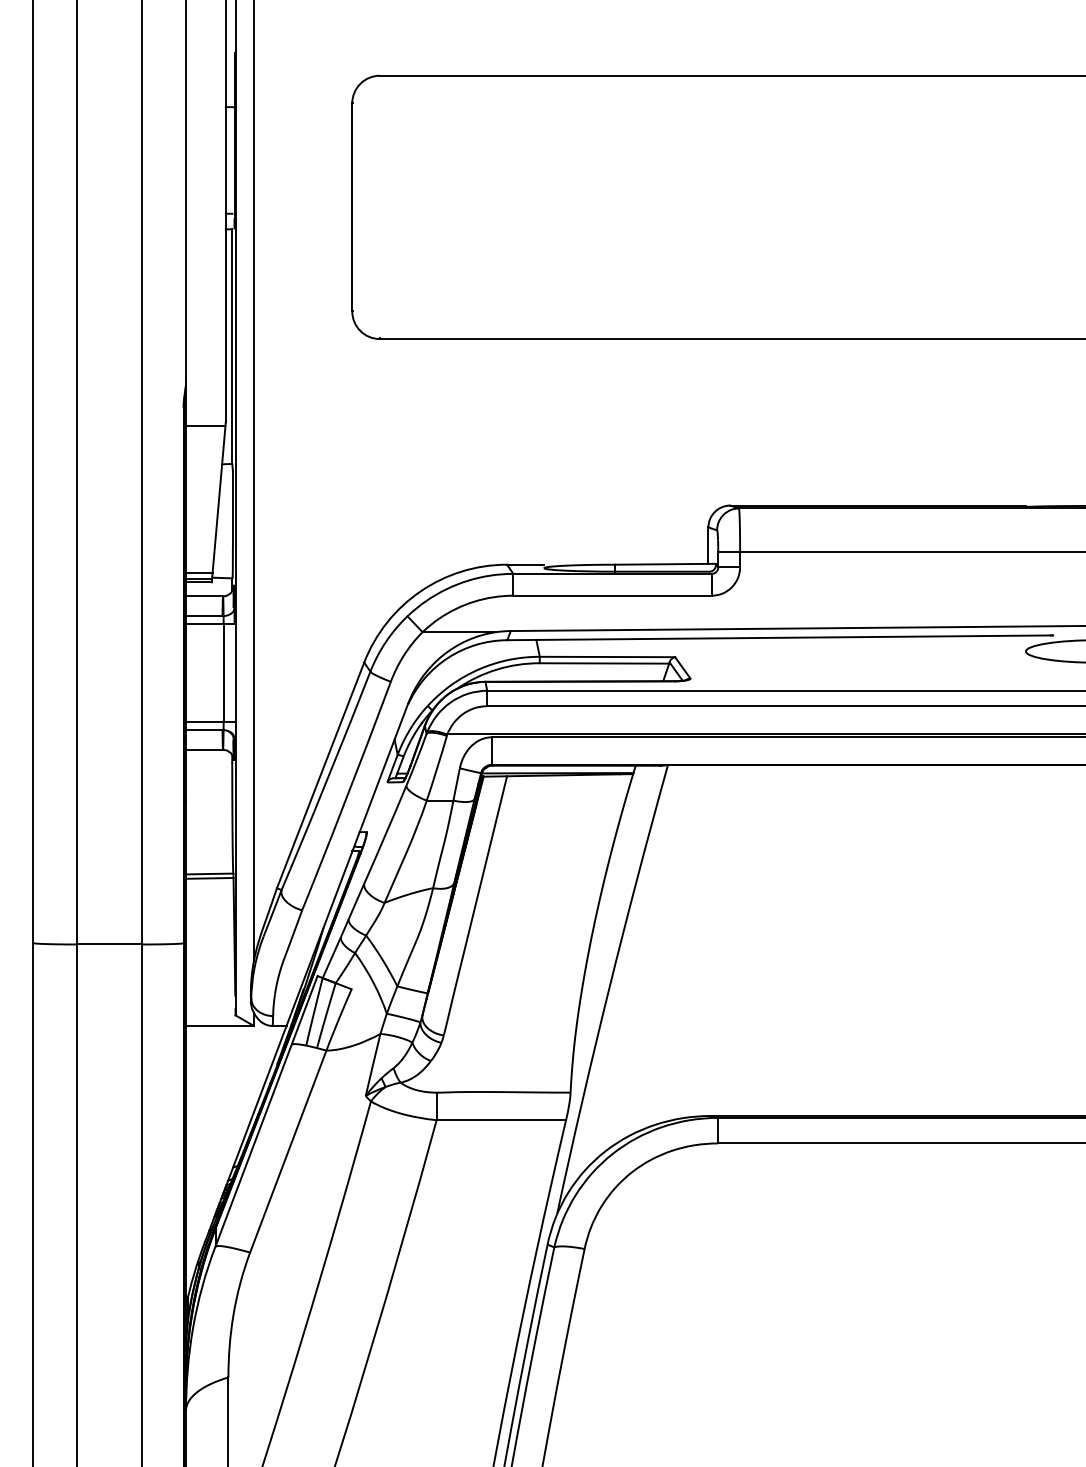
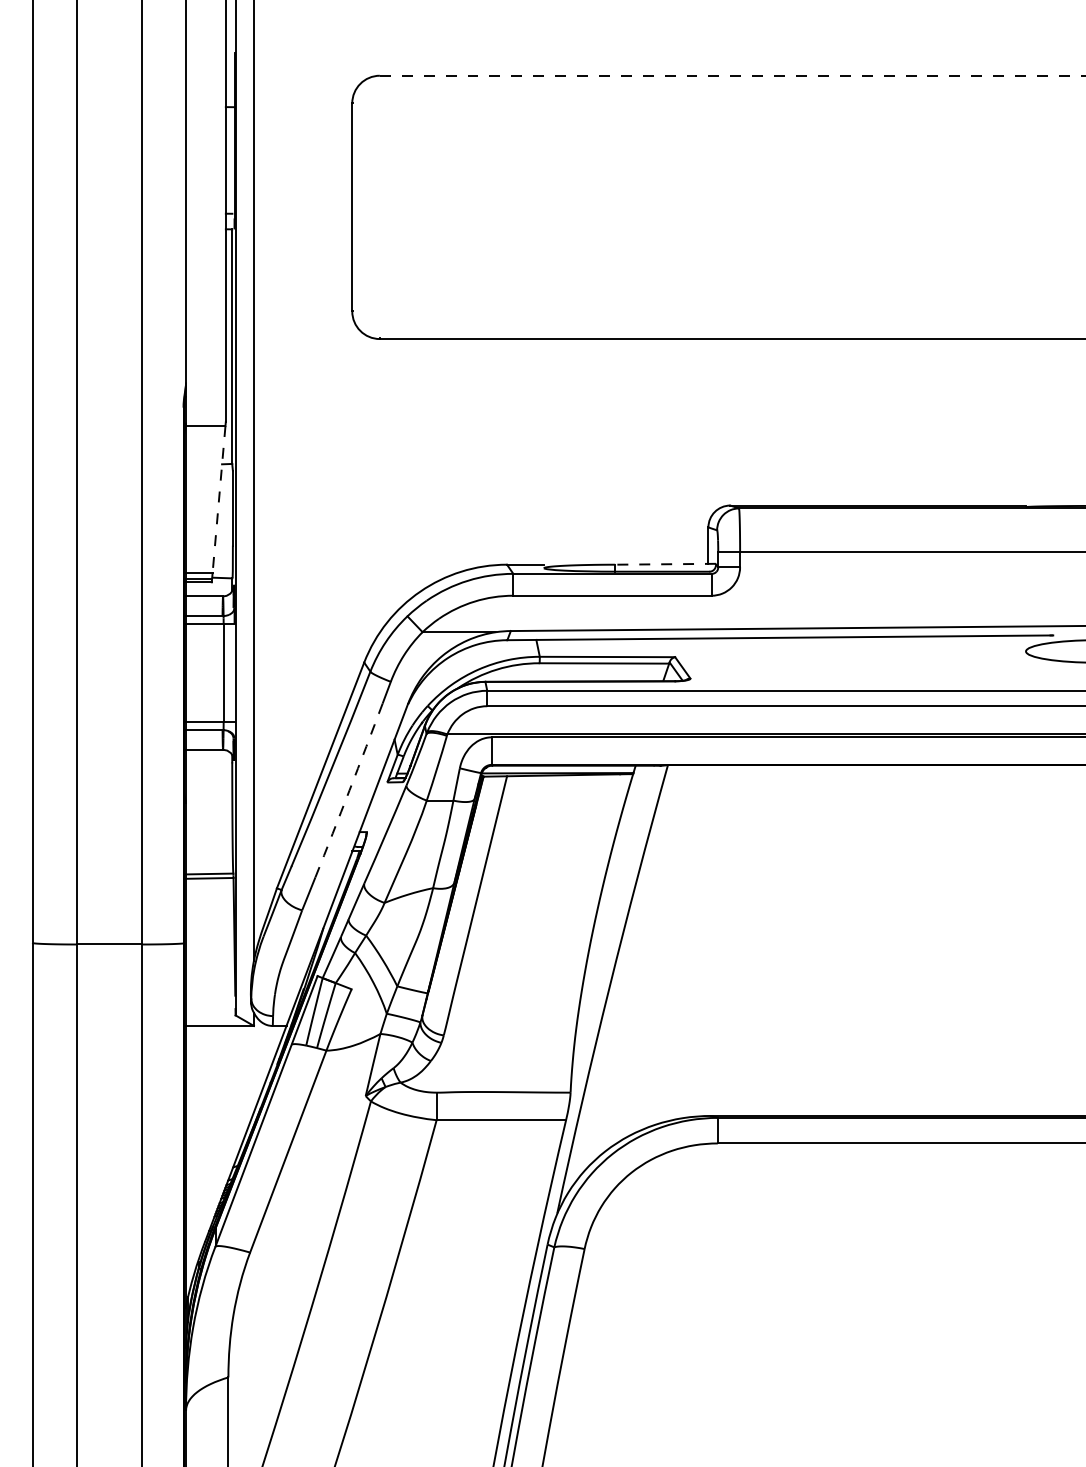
line at (732, 75): solid -> dashed
line at (219, 499): solid -> dashed
line at (665, 564): solid -> dashed
arc at (349, 790): solid -> dashed
